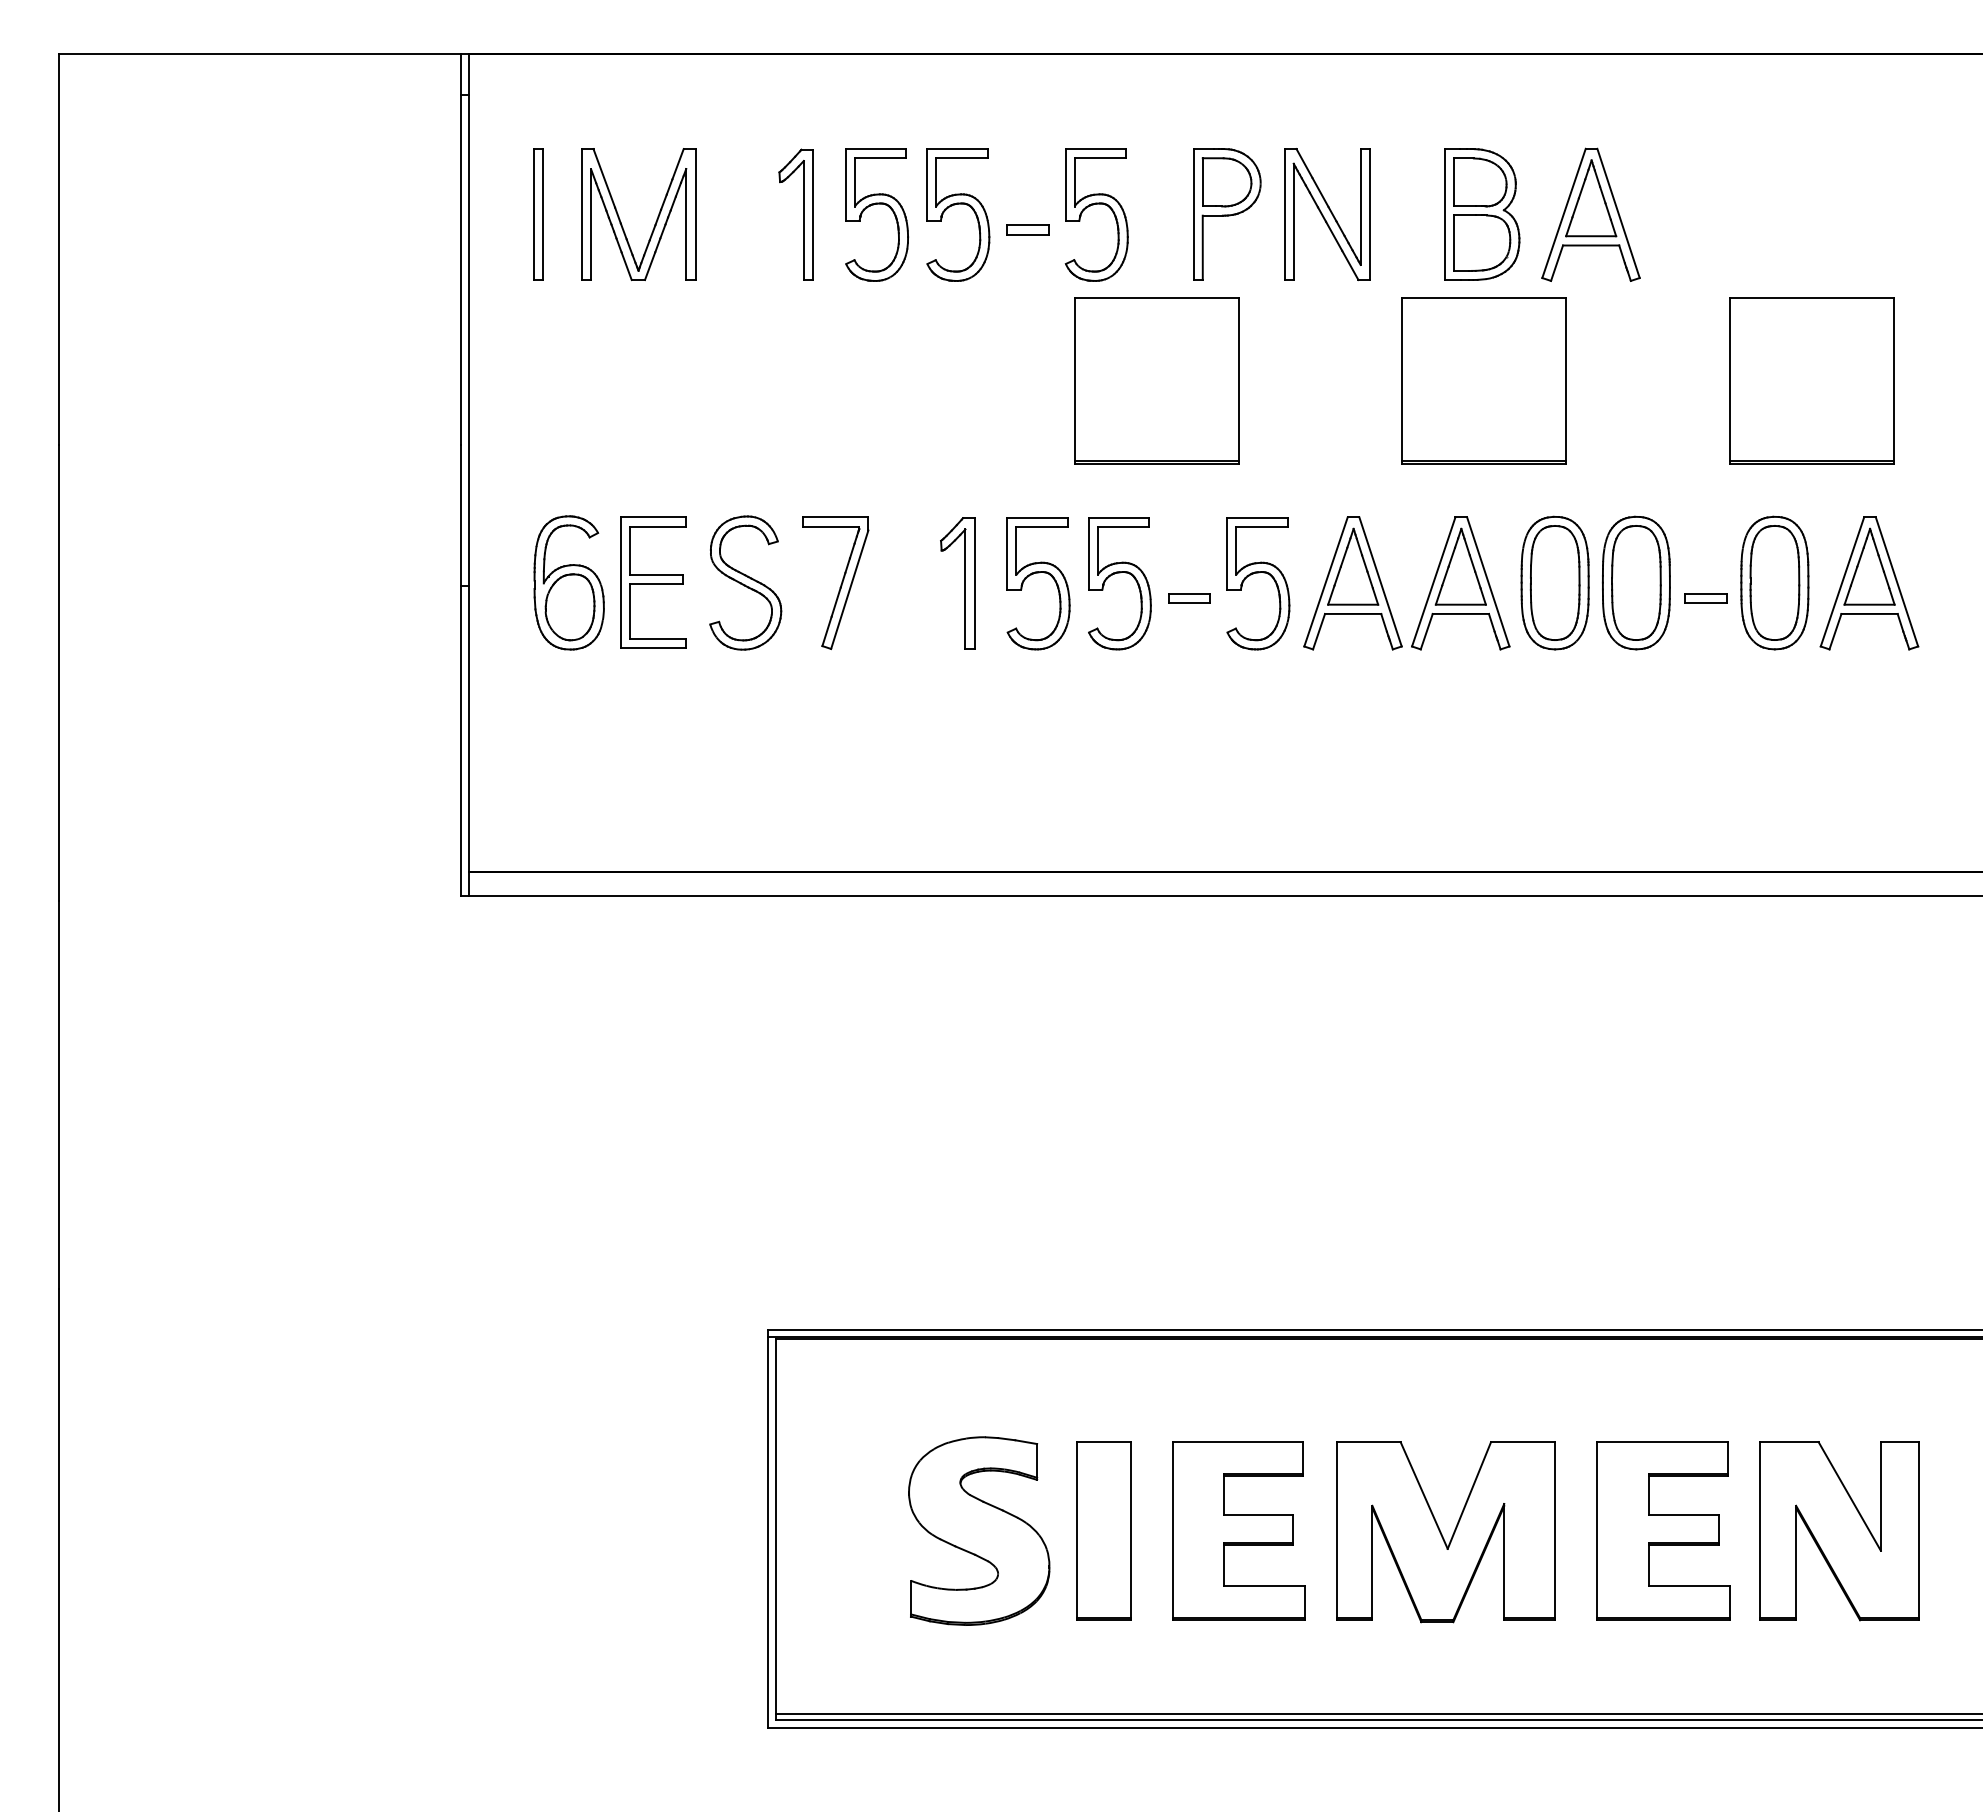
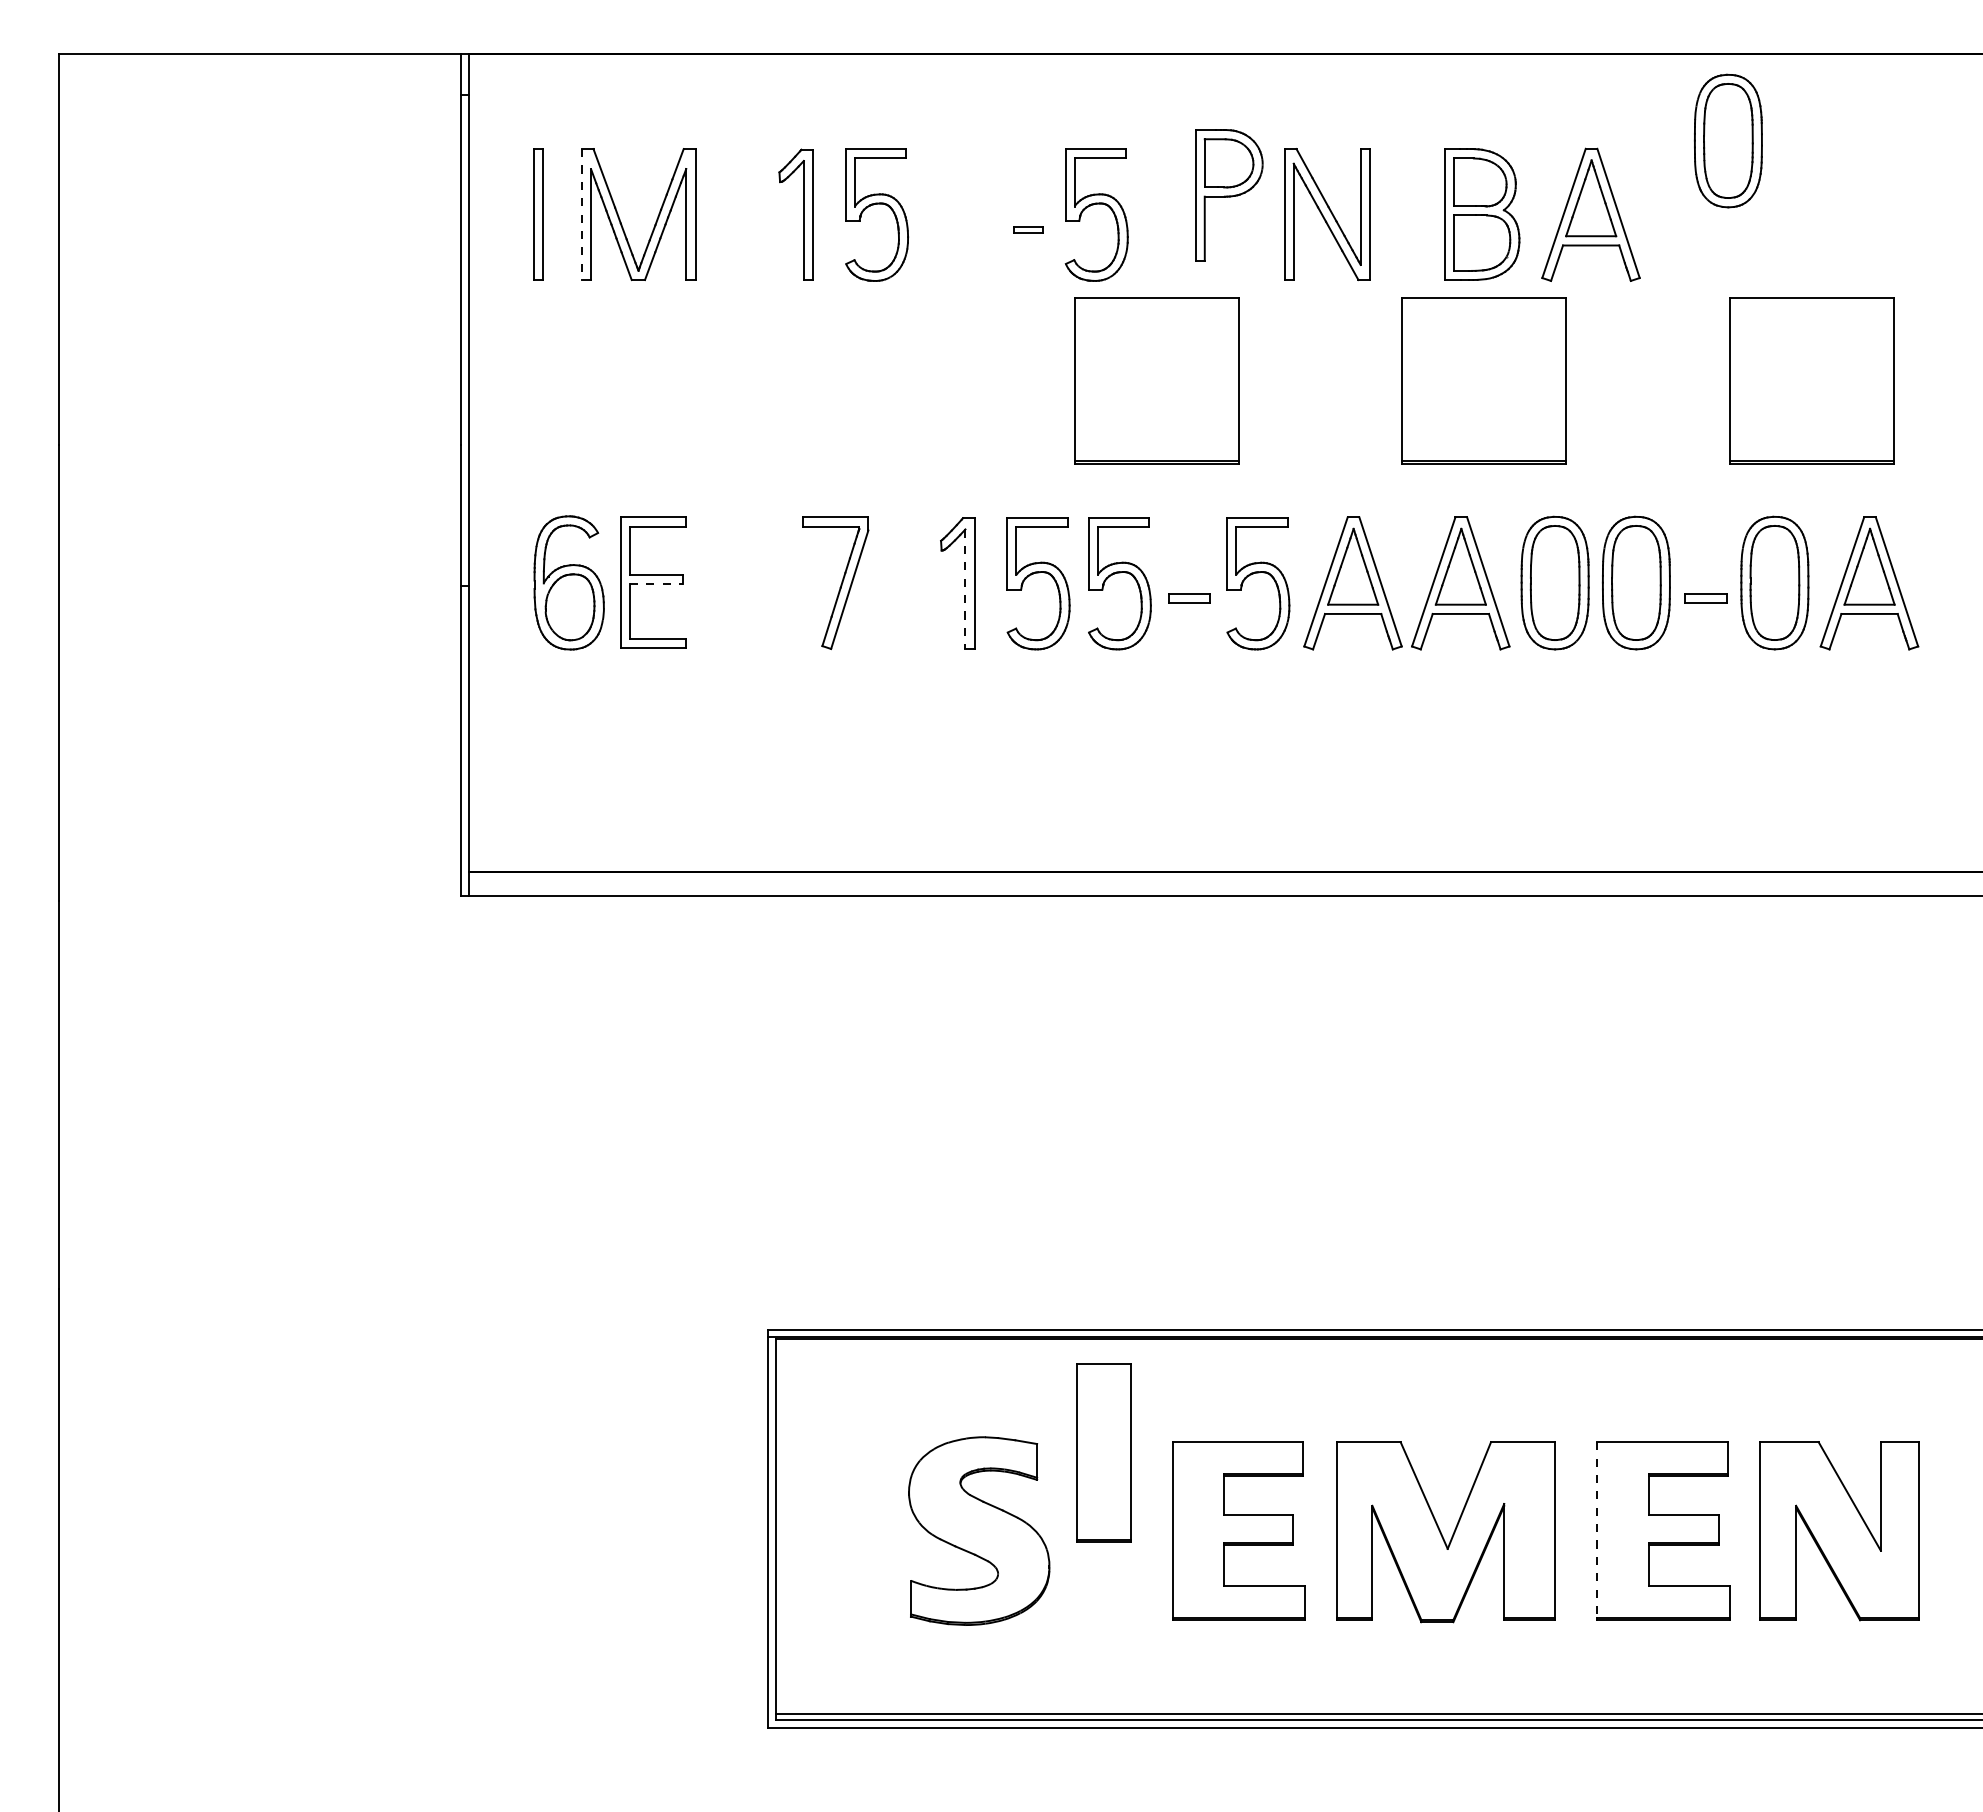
part at (1727, 140): none -> present
part at (955, 205): present -> none
line at (581, 214): solid -> dashed
part at (1227, 214) position: (1227, 214) -> (1229, 195)
part at (1027, 229) size: 44x12 px -> 31x8 px
part at (745, 582): present -> none
line at (656, 583): solid -> dashed
line at (965, 589): solid -> dashed
part at (1103, 1530) position: (1103, 1530) -> (1103, 1452)
line at (1596, 1530): solid -> dashed
